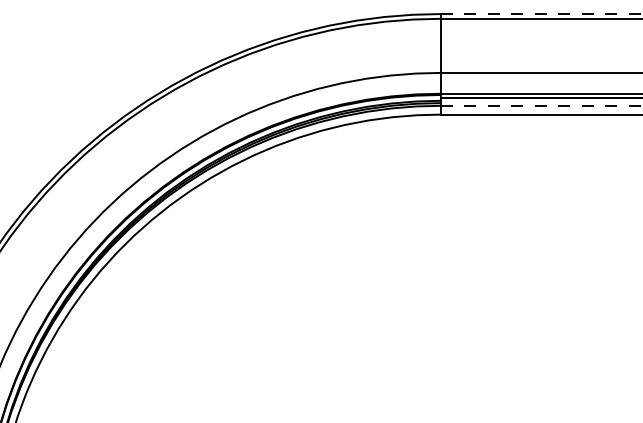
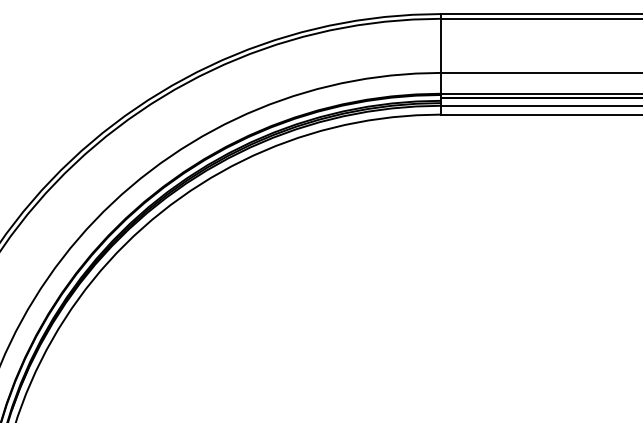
line at (541, 14): dashed -> solid
line at (541, 105): dashed -> solid
